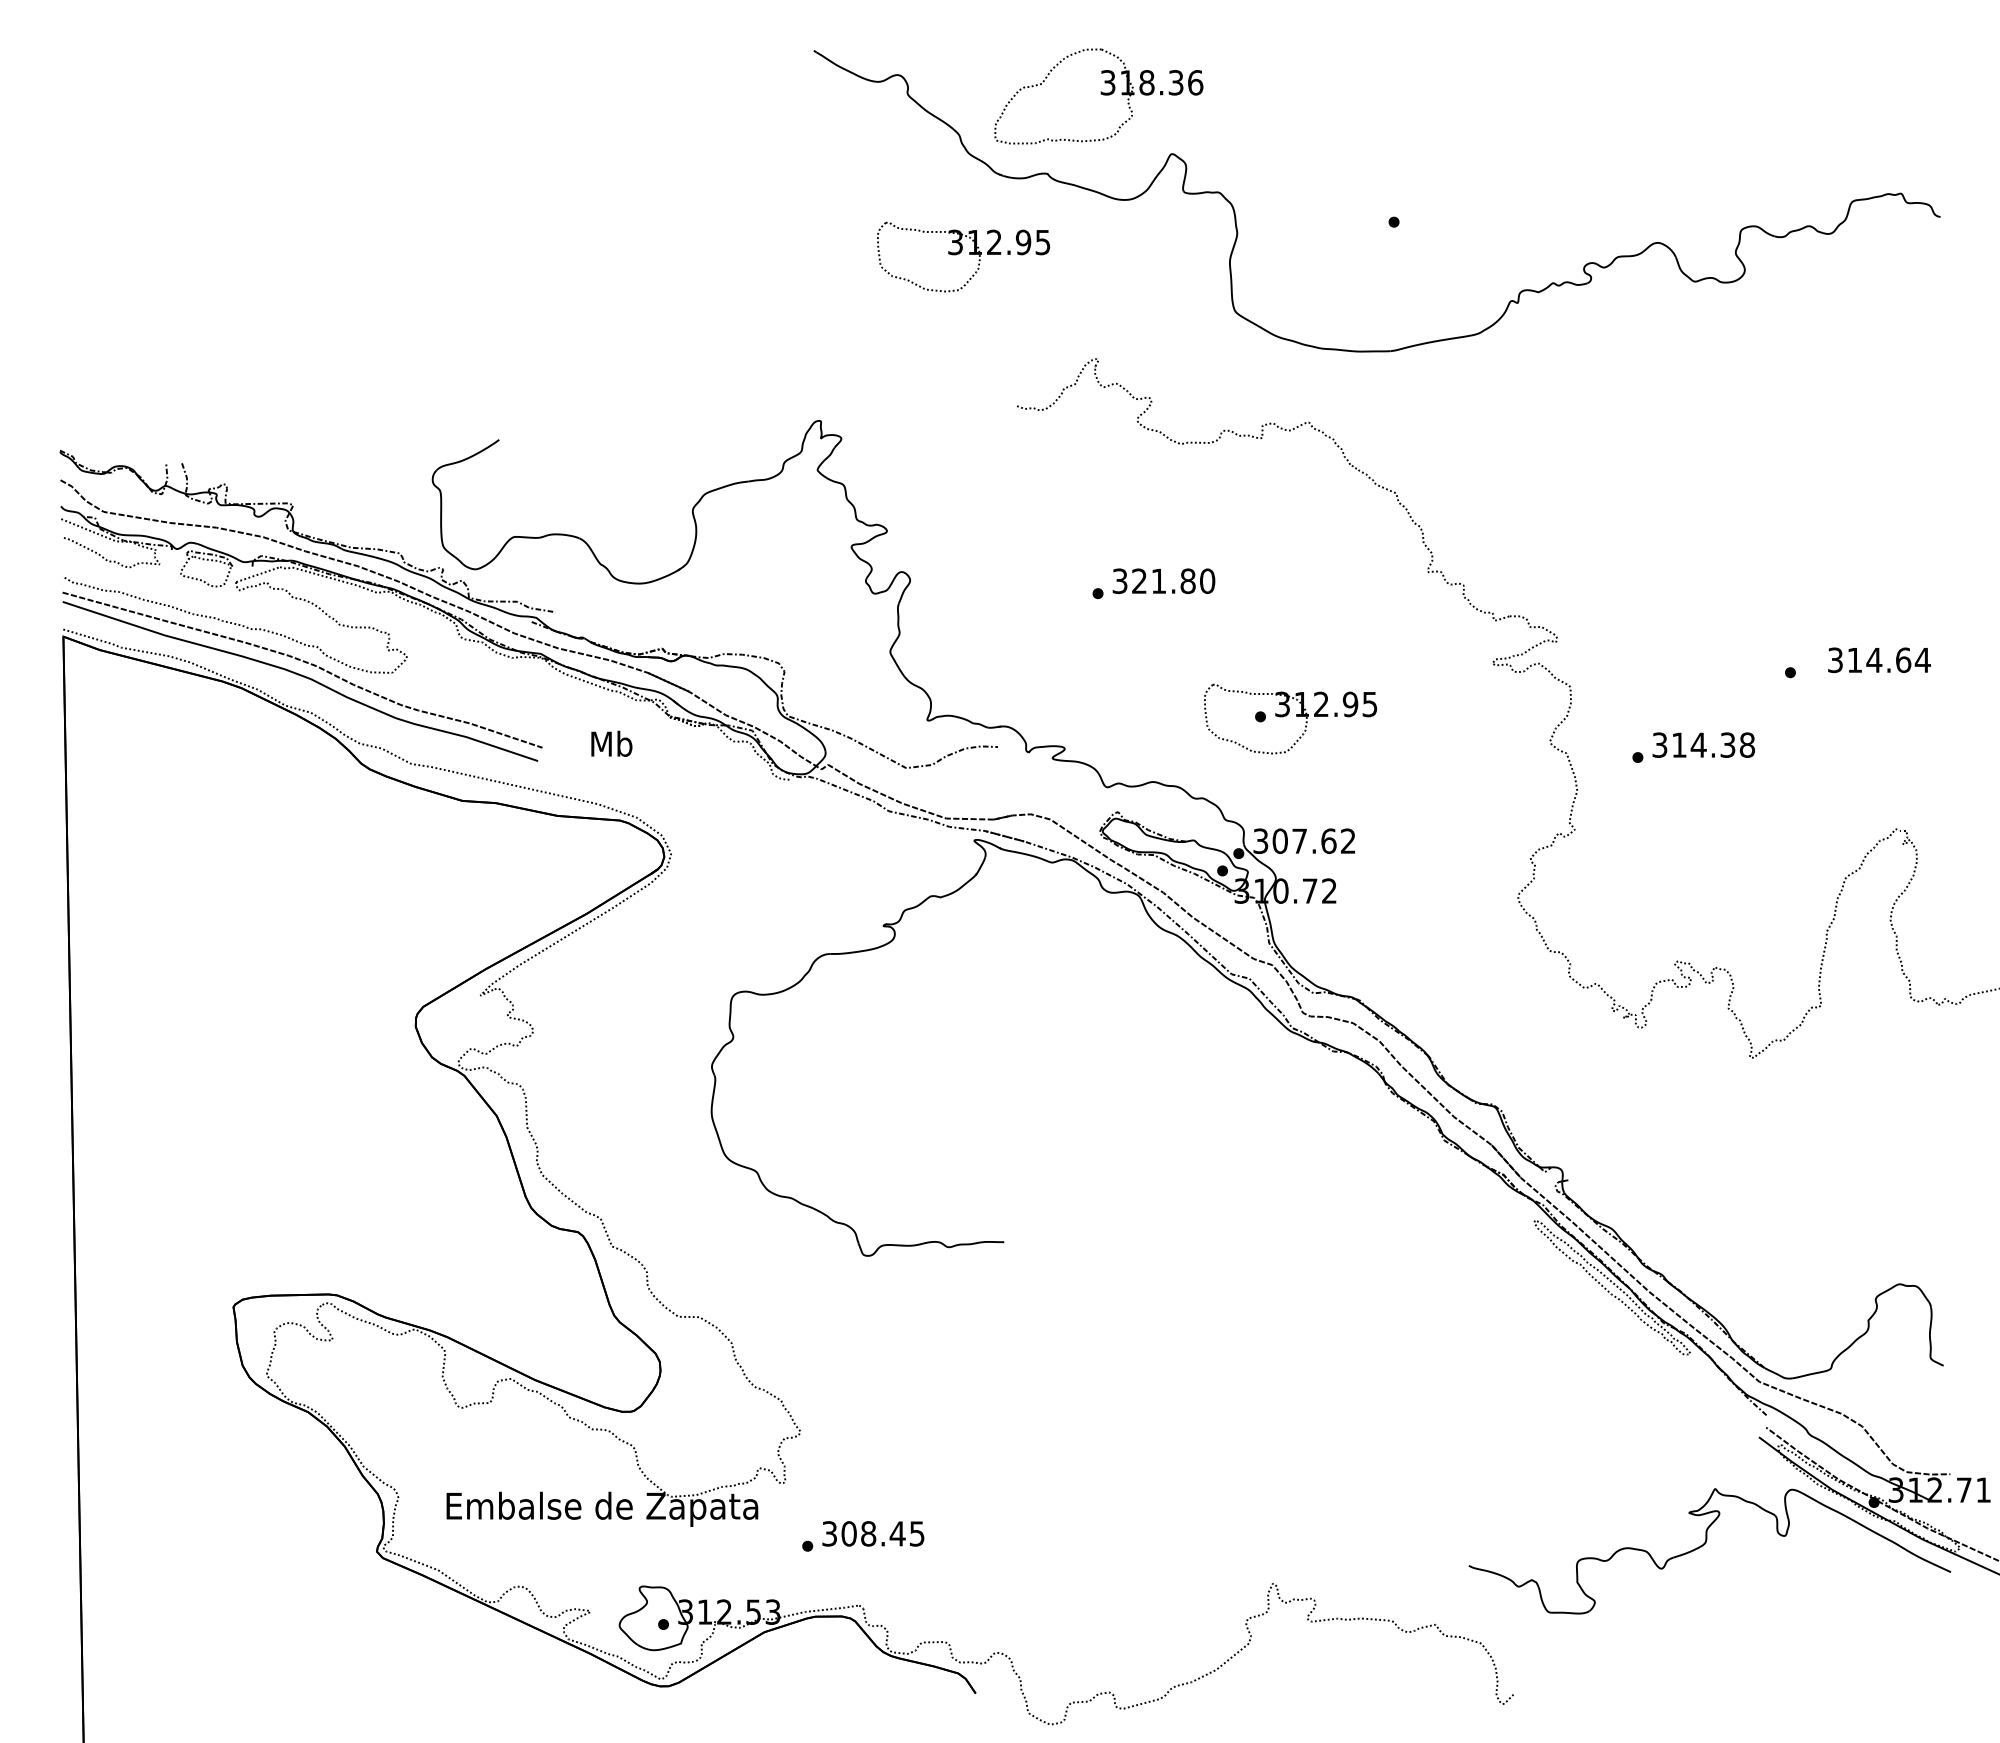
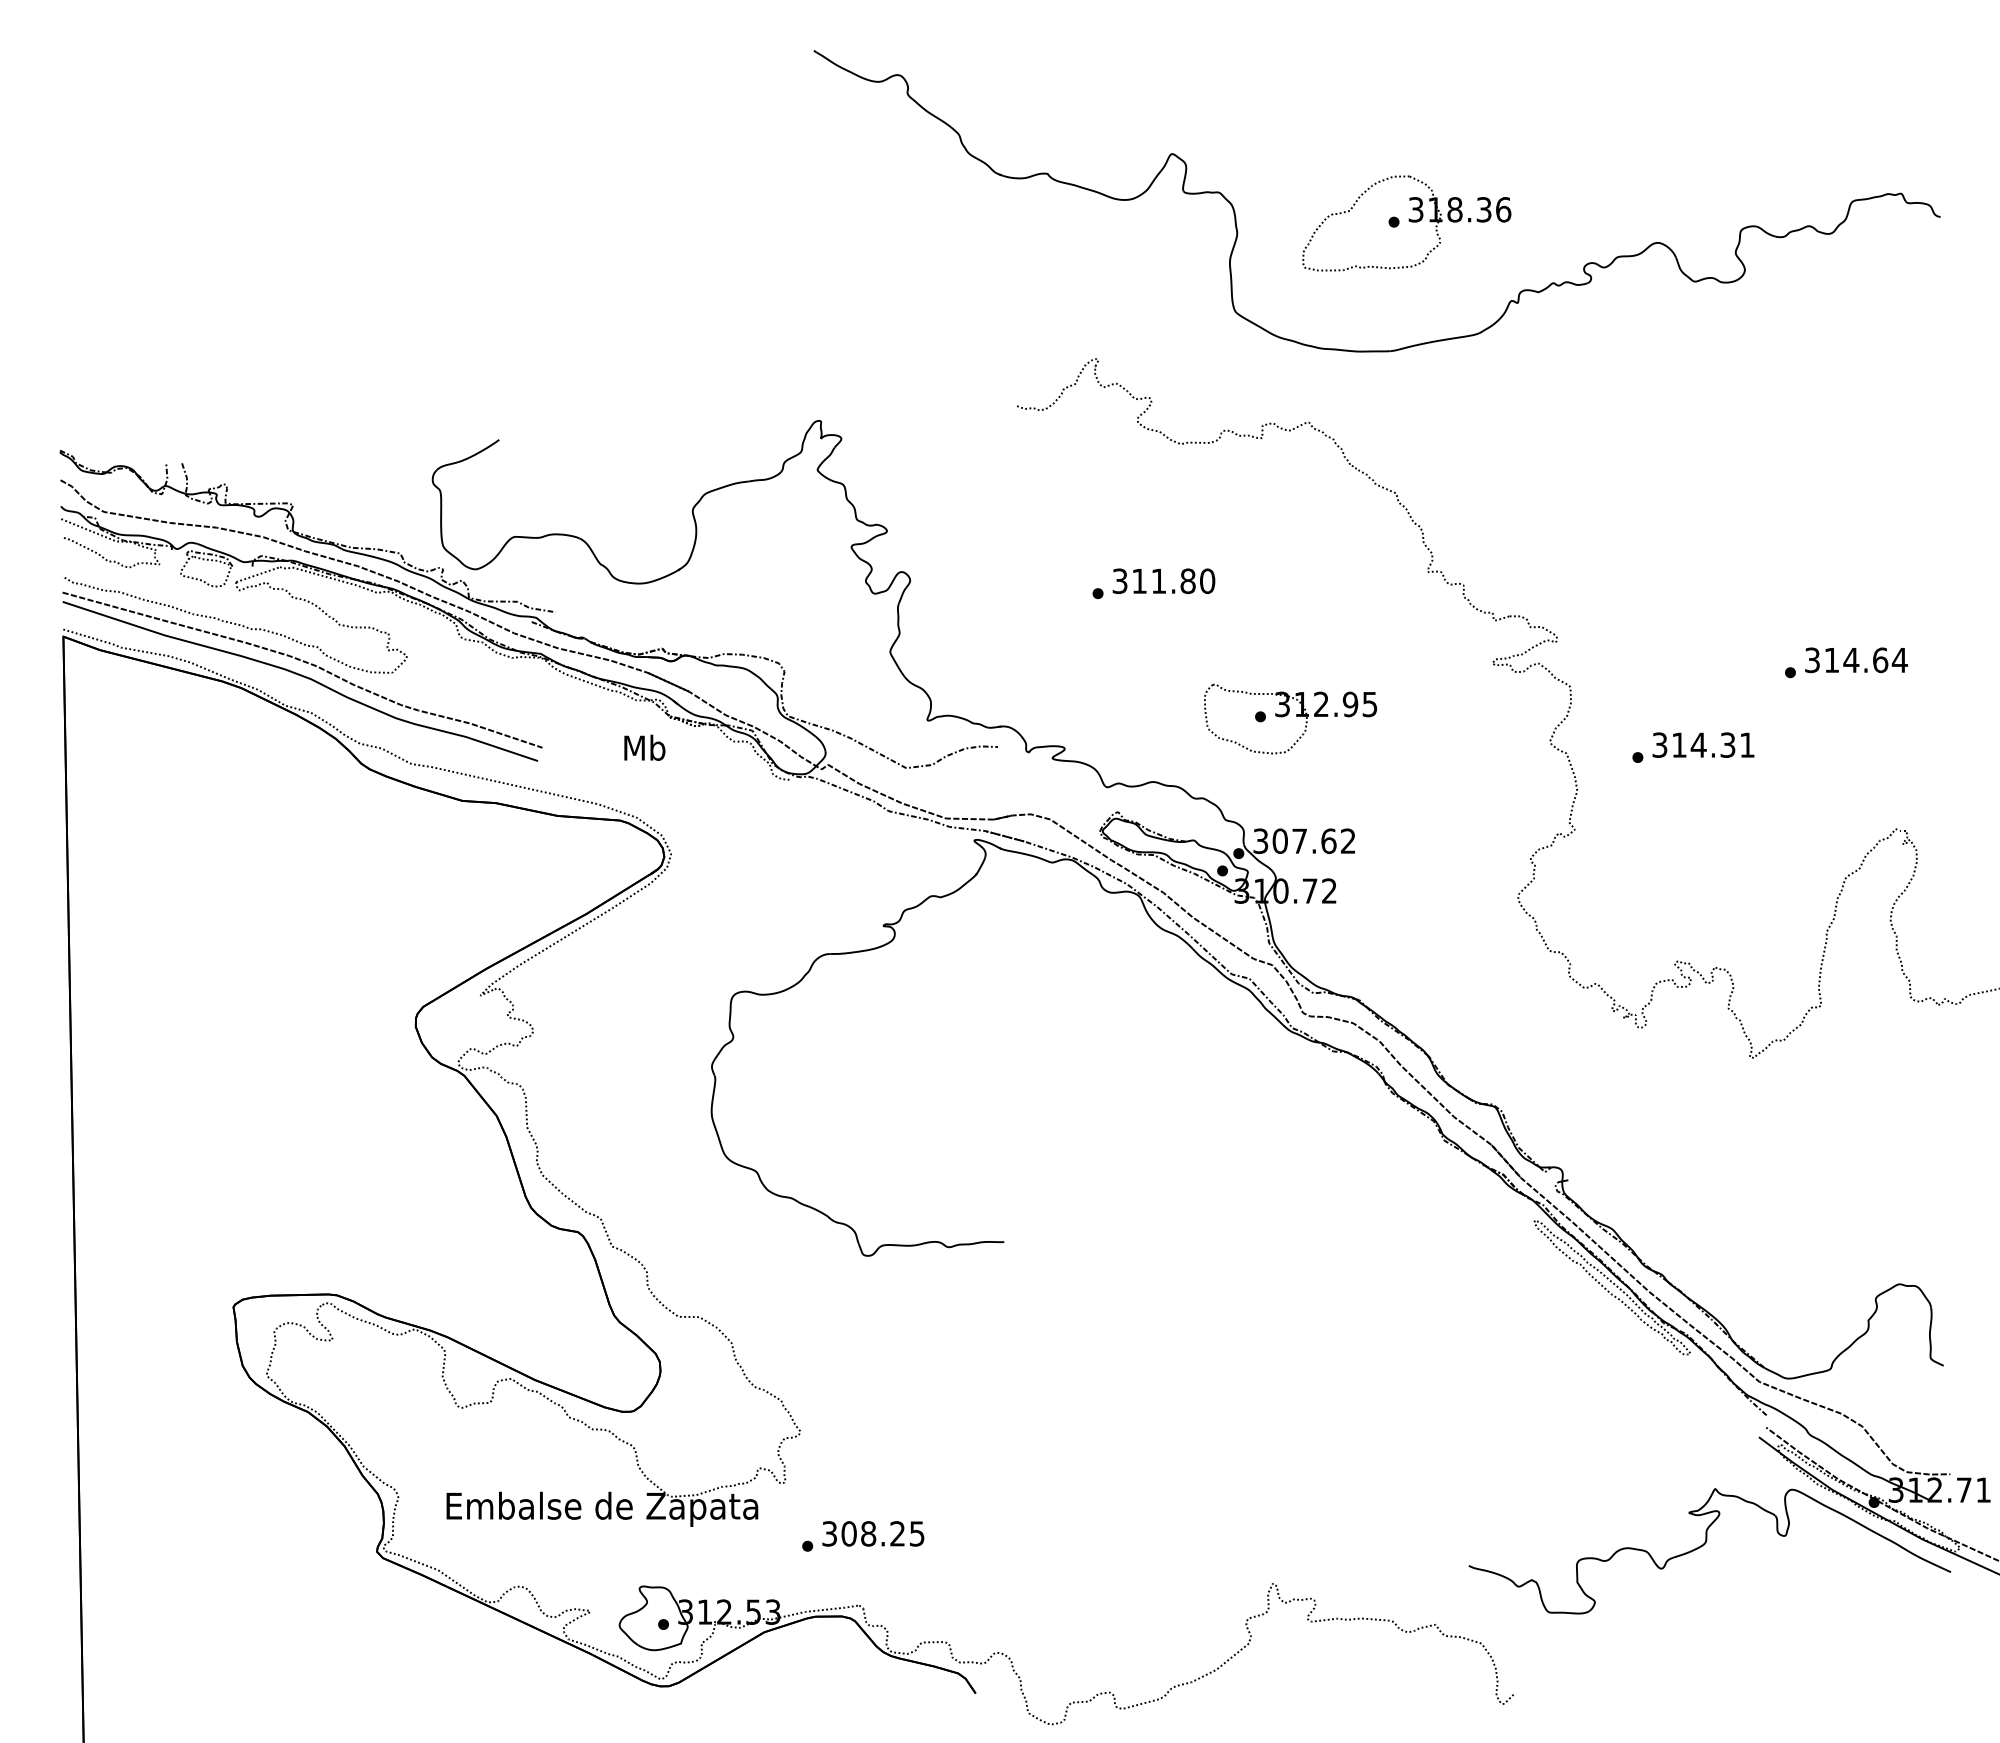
part at (1098, 96) position: (1098, 96) -> (1406, 223)
part at (963, 256): present -> none
text at (1139, 580): 321.80 -> 311.80
text at (1879, 660) position: (1879, 660) -> (1856, 660)
text at (611, 743) position: (611, 743) -> (644, 747)
text at (1747, 744): 314.38 -> 314.31
text at (897, 1533): 308.45 -> 308.25
